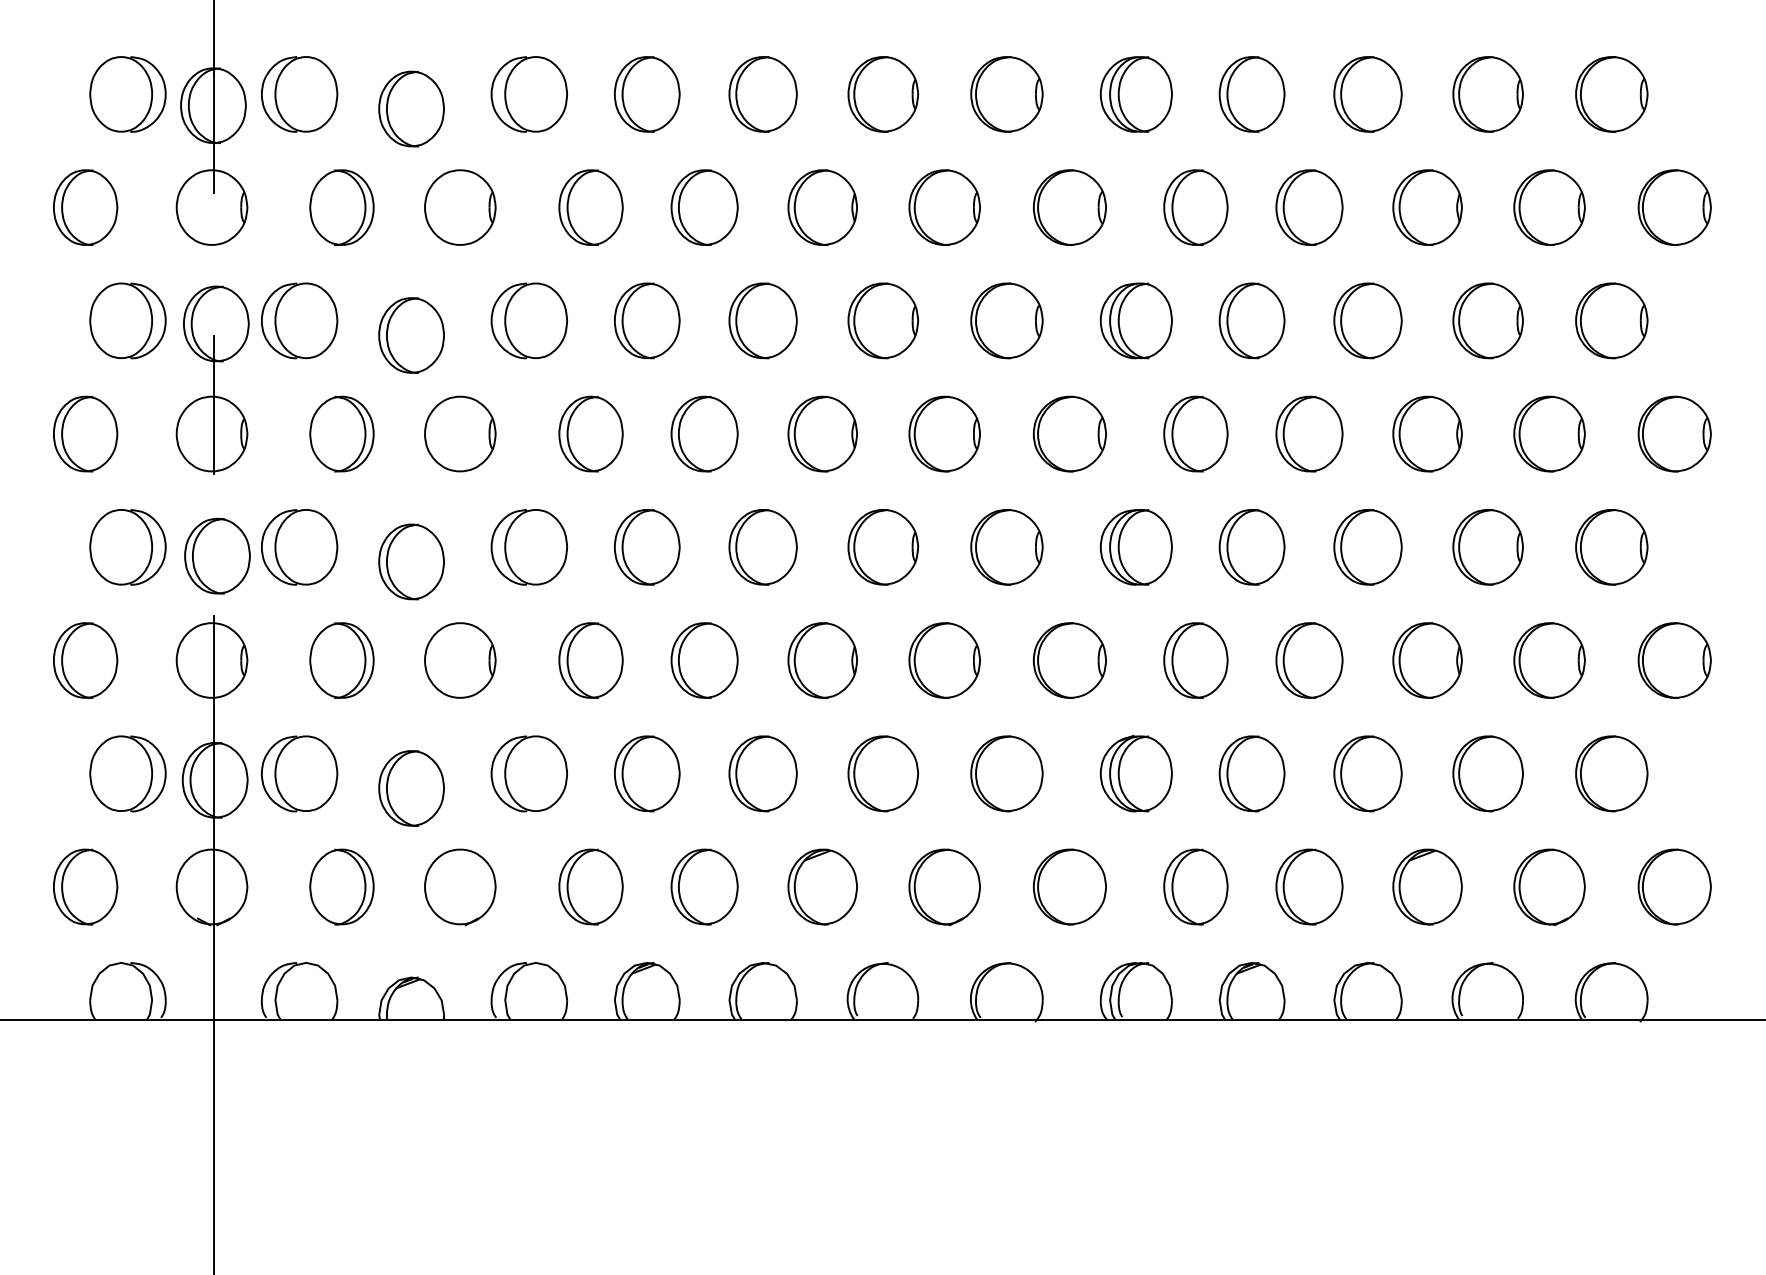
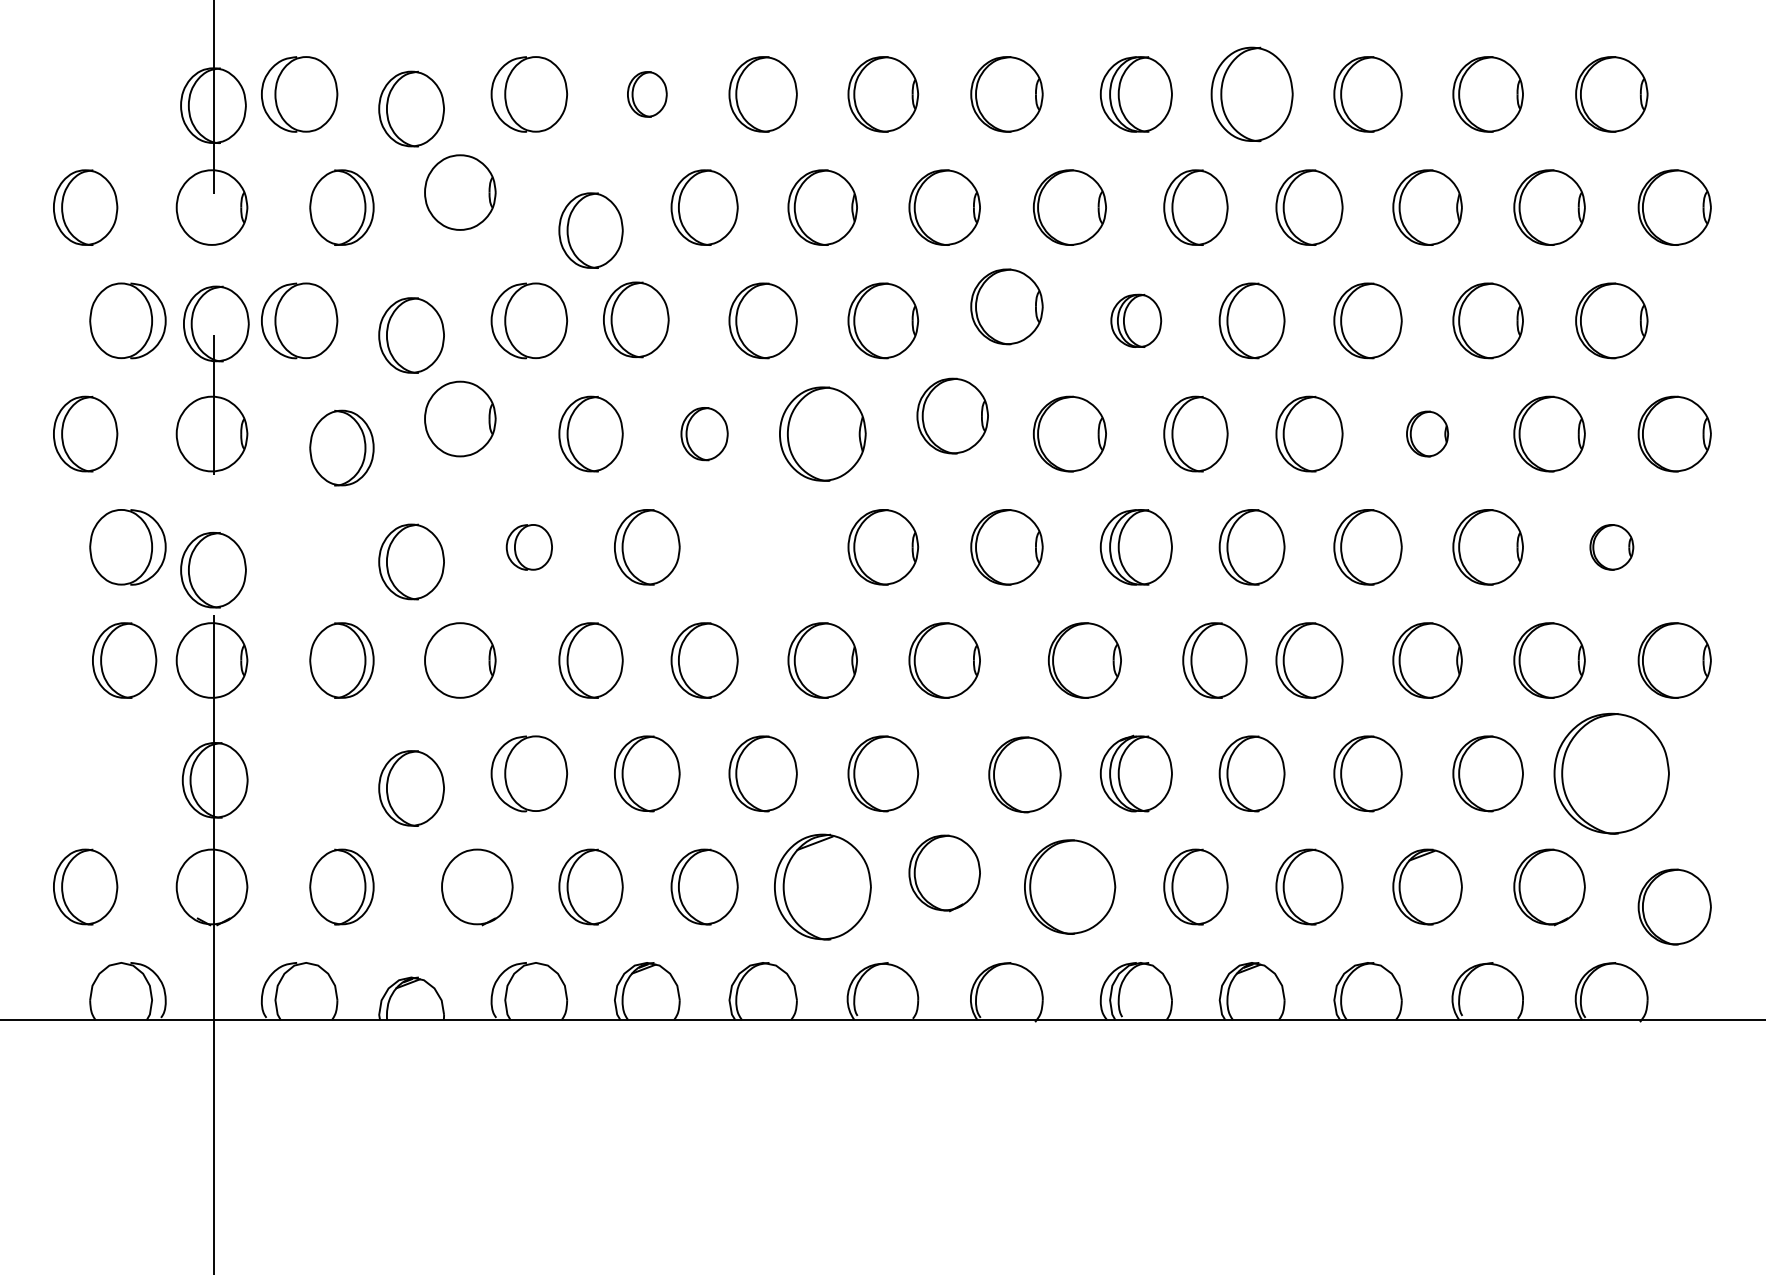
part at (127, 94): present -> none
part at (647, 94) size: 67x77 px -> 41x47 px
part at (1251, 94) size: 68x77 px -> 84x97 px
part at (460, 207) position: (460, 207) -> (460, 192)
part at (590, 207) position: (590, 207) -> (590, 230)
part at (647, 320) position: (647, 320) -> (636, 319)
part at (1006, 320) position: (1006, 320) -> (1006, 306)
part at (1135, 320) size: 74x78 px -> 53x55 px
part at (341, 433) position: (341, 433) -> (341, 447)
part at (460, 433) position: (460, 433) -> (460, 418)
part at (704, 433) size: 69x78 px -> 49x55 px
part at (822, 433) size: 71x78 px -> 88x96 px
part at (944, 433) position: (944, 433) -> (952, 415)
part at (1427, 433) size: 71x78 px -> 43x48 px
part at (299, 547): present -> none
part at (529, 547) size: 79x77 px -> 48x47 px
part at (762, 547): present -> none
part at (1611, 547) size: 74x77 px -> 46x47 px
part at (217, 555) position: (217, 555) -> (213, 569)
part at (85, 660) position: (85, 660) -> (124, 660)
part at (1069, 660) position: (1069, 660) -> (1084, 660)
part at (1195, 660) position: (1195, 660) -> (1214, 660)
part at (127, 773): present -> none
part at (299, 773): present -> none
part at (1006, 773) position: (1006, 773) -> (1024, 774)
part at (1611, 773) size: 74x78 px -> 117x123 px
part at (822, 886) size: 71x78 px -> 98x108 px
part at (1069, 886) size: 75x78 px -> 93x96 px
part at (1674, 886) position: (1674, 886) -> (1674, 906)
part at (460, 887) position: (460, 887) -> (477, 887)
part at (944, 887) position: (944, 887) -> (944, 873)
